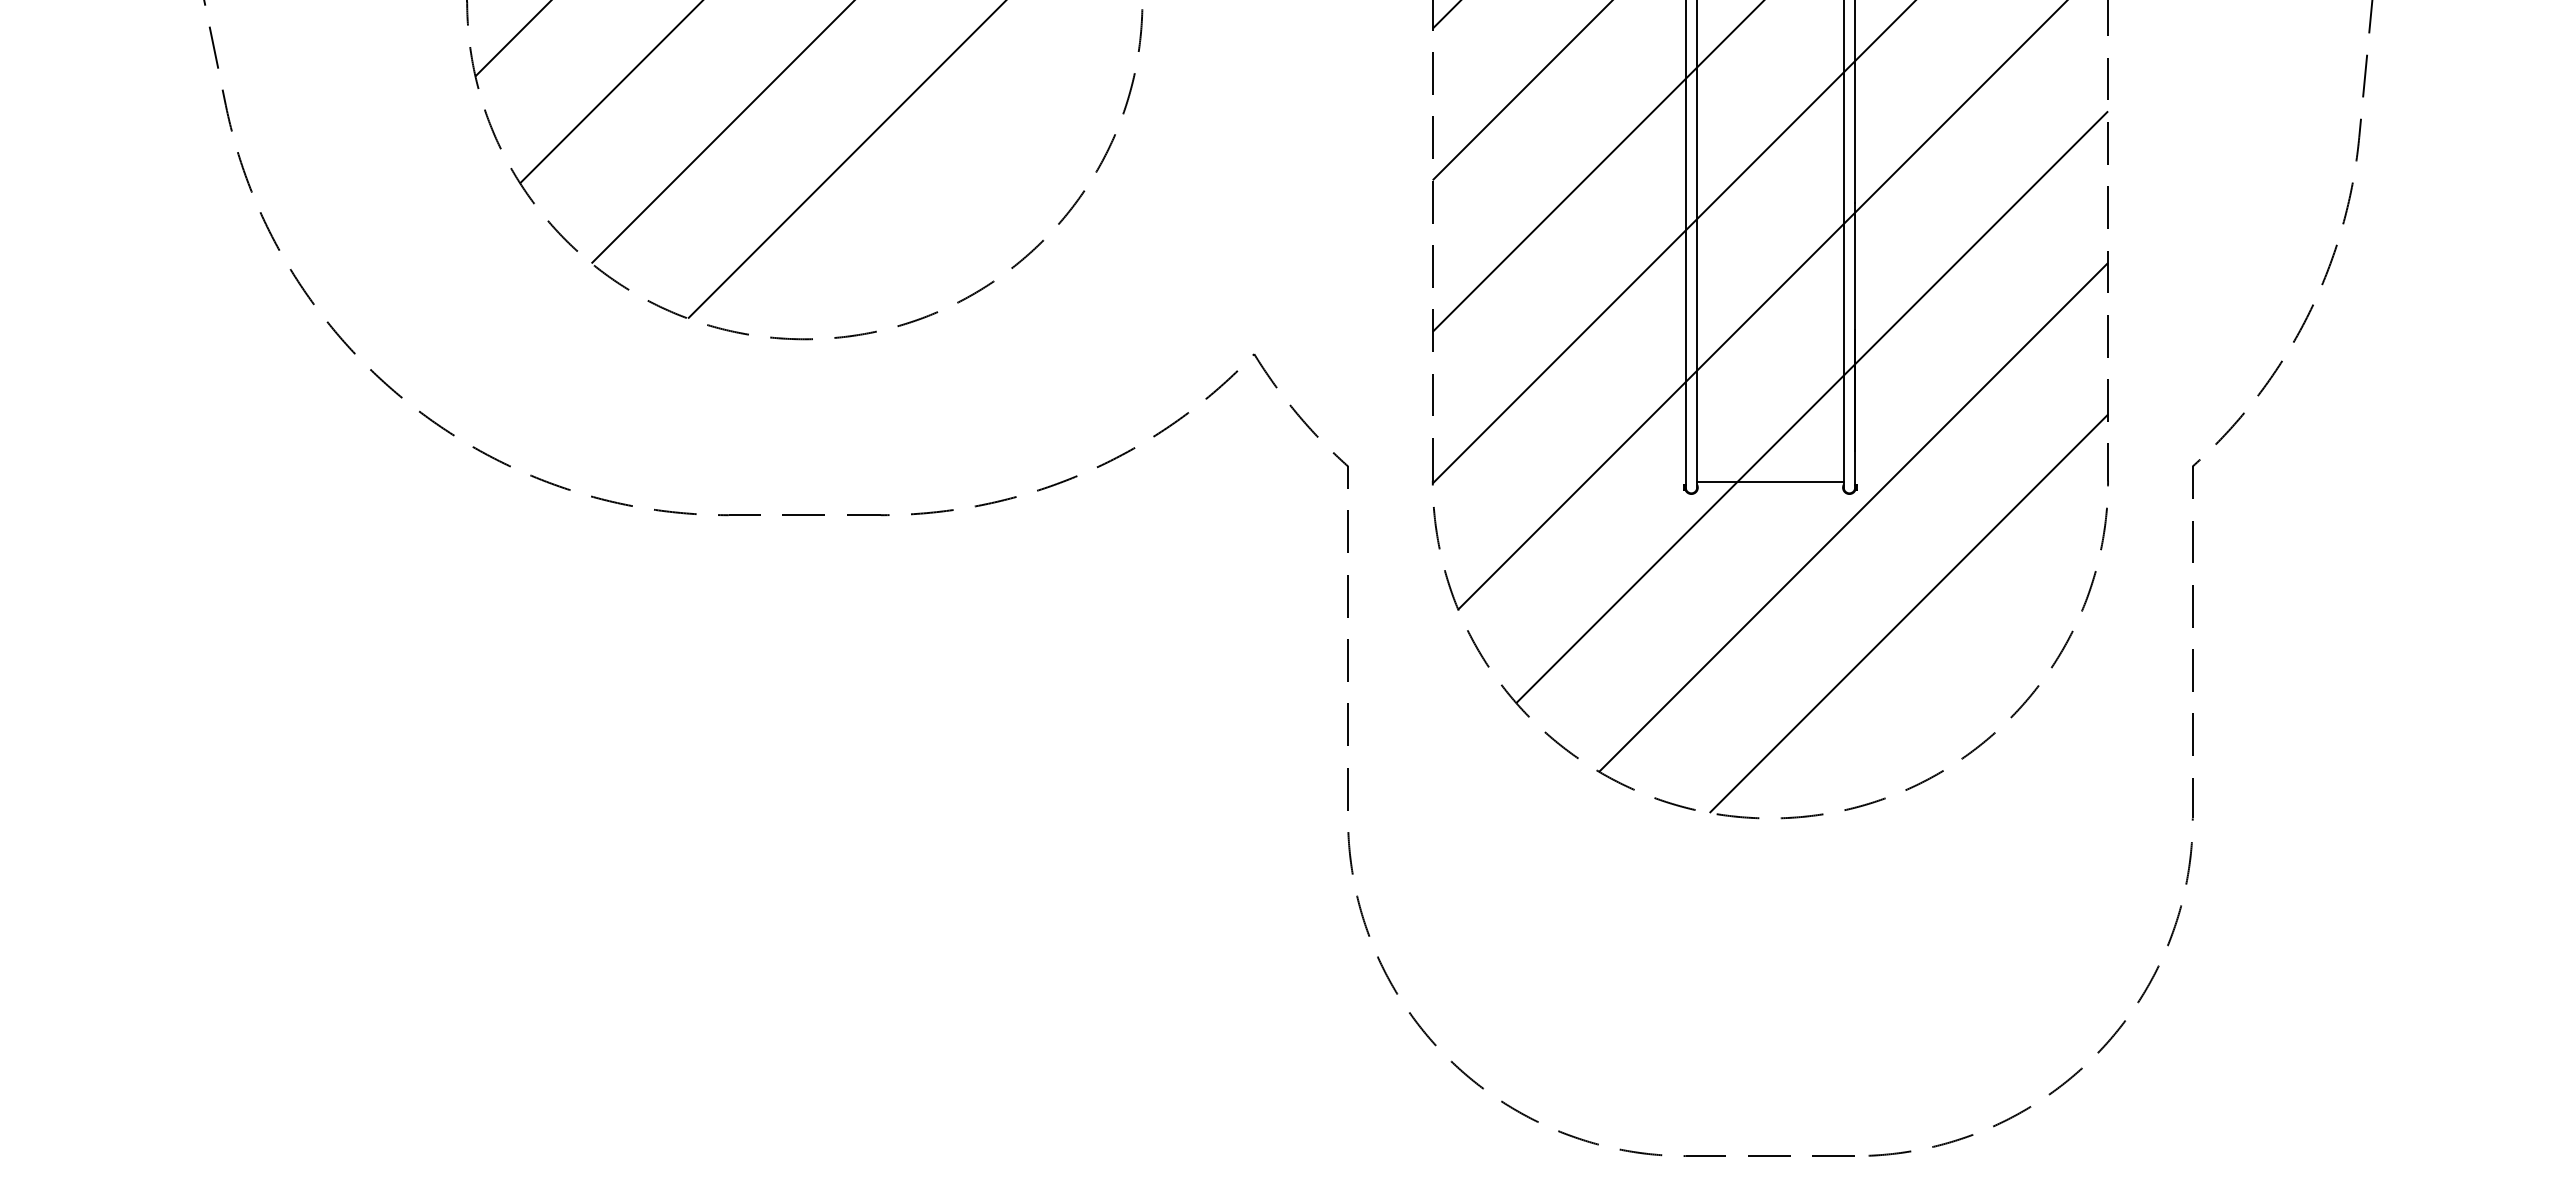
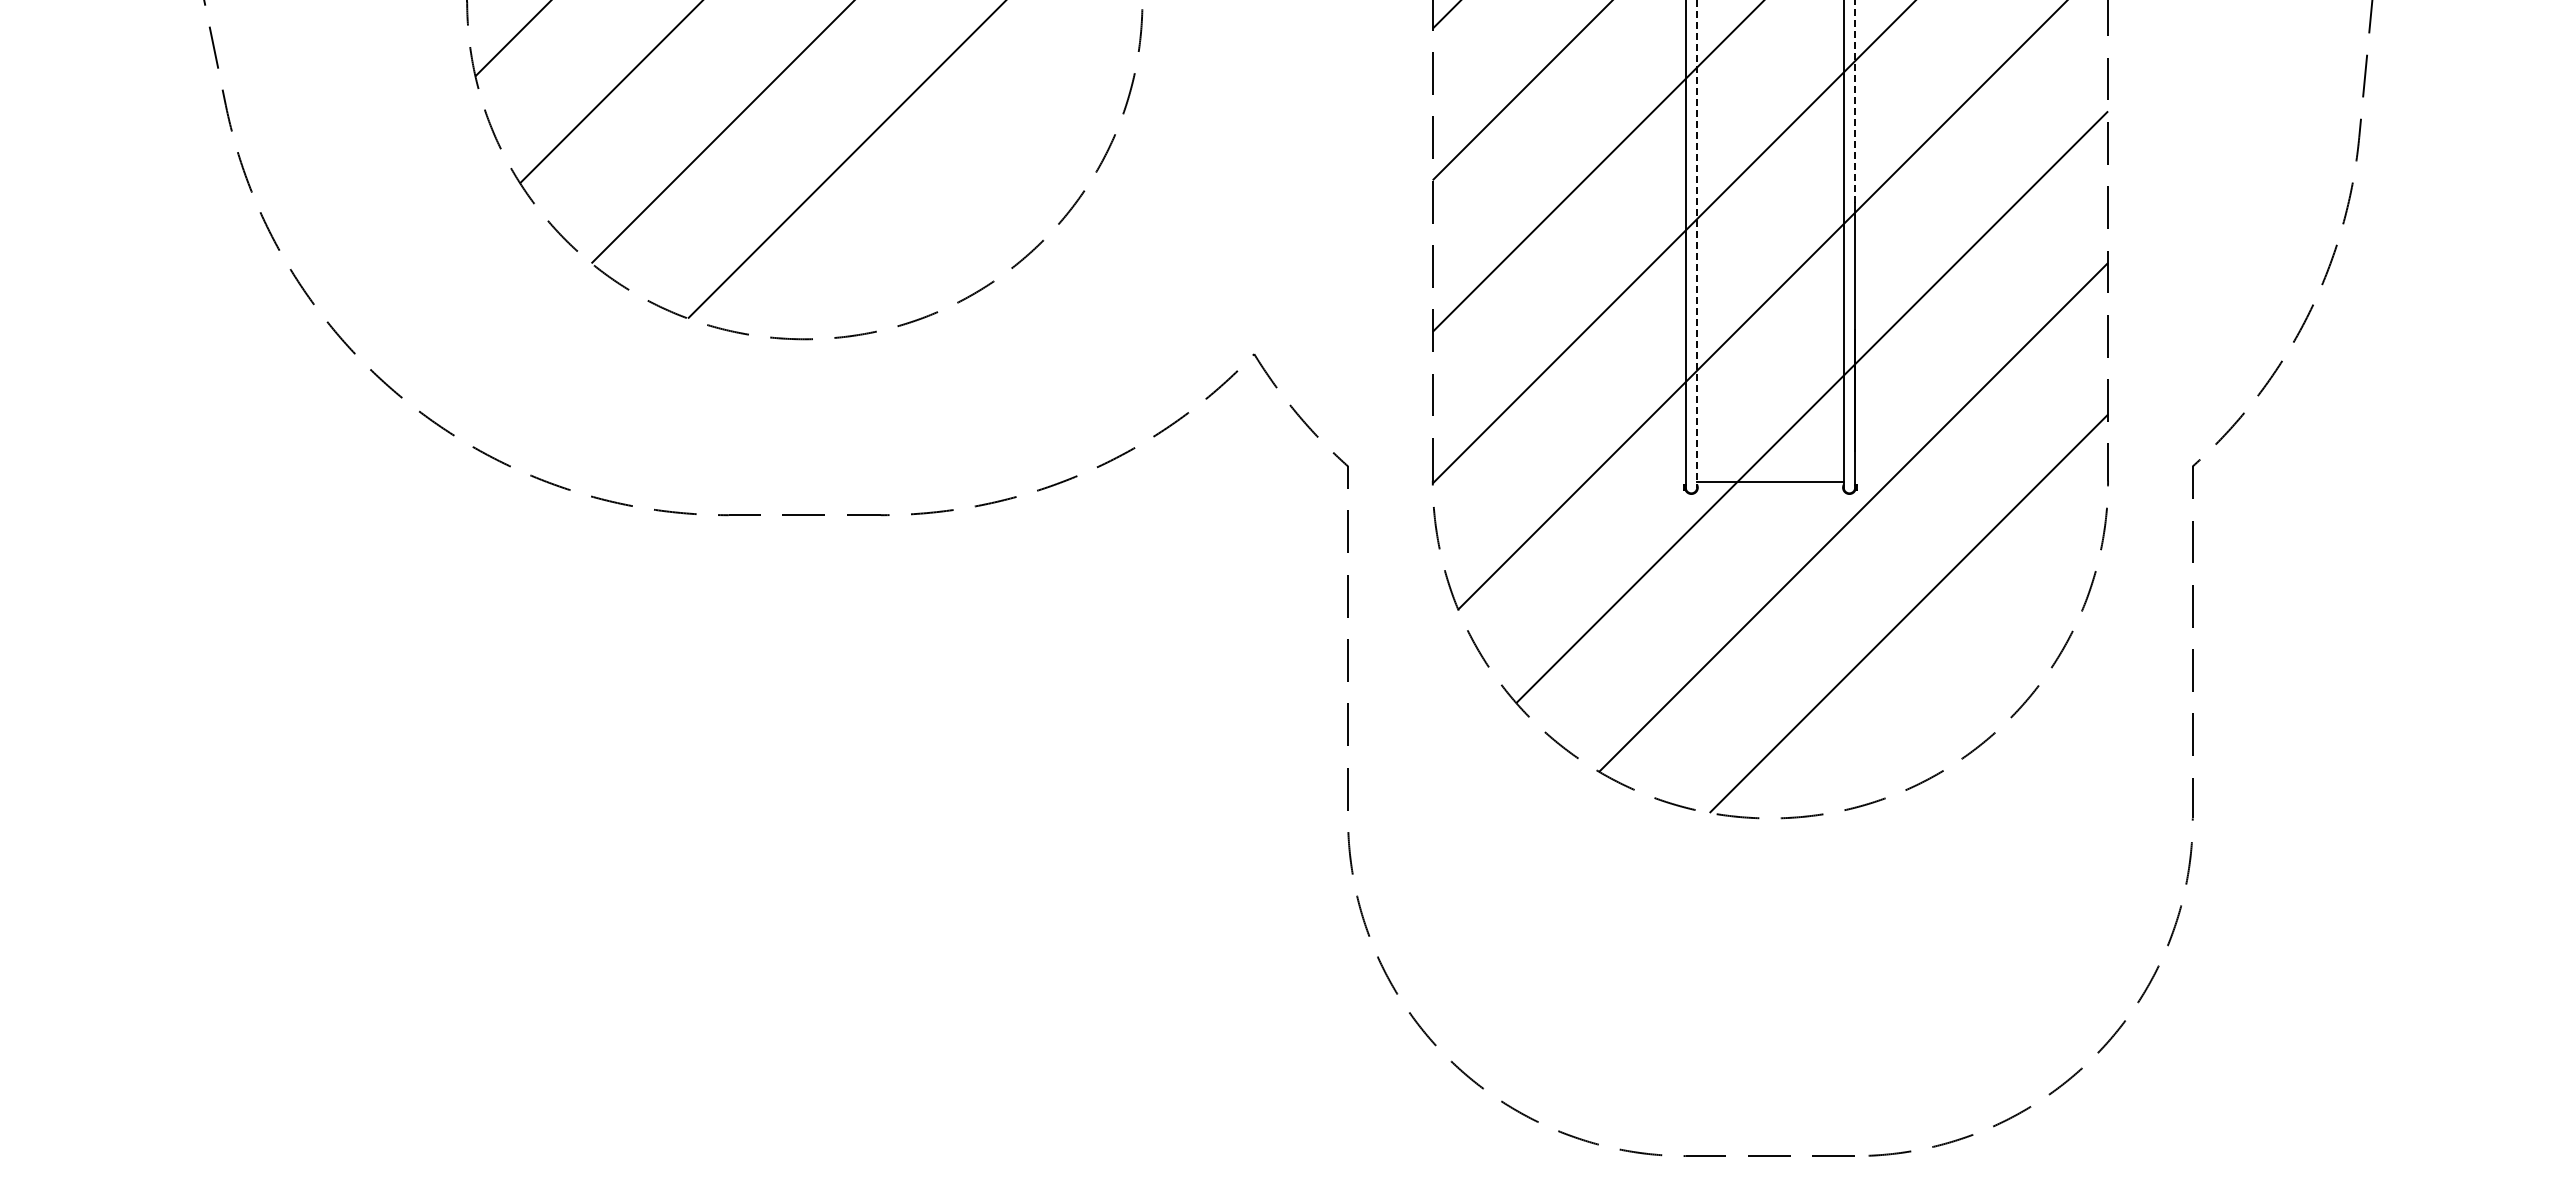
line at (1855, 101): solid -> dashed
line at (1697, 244): solid -> dashed
